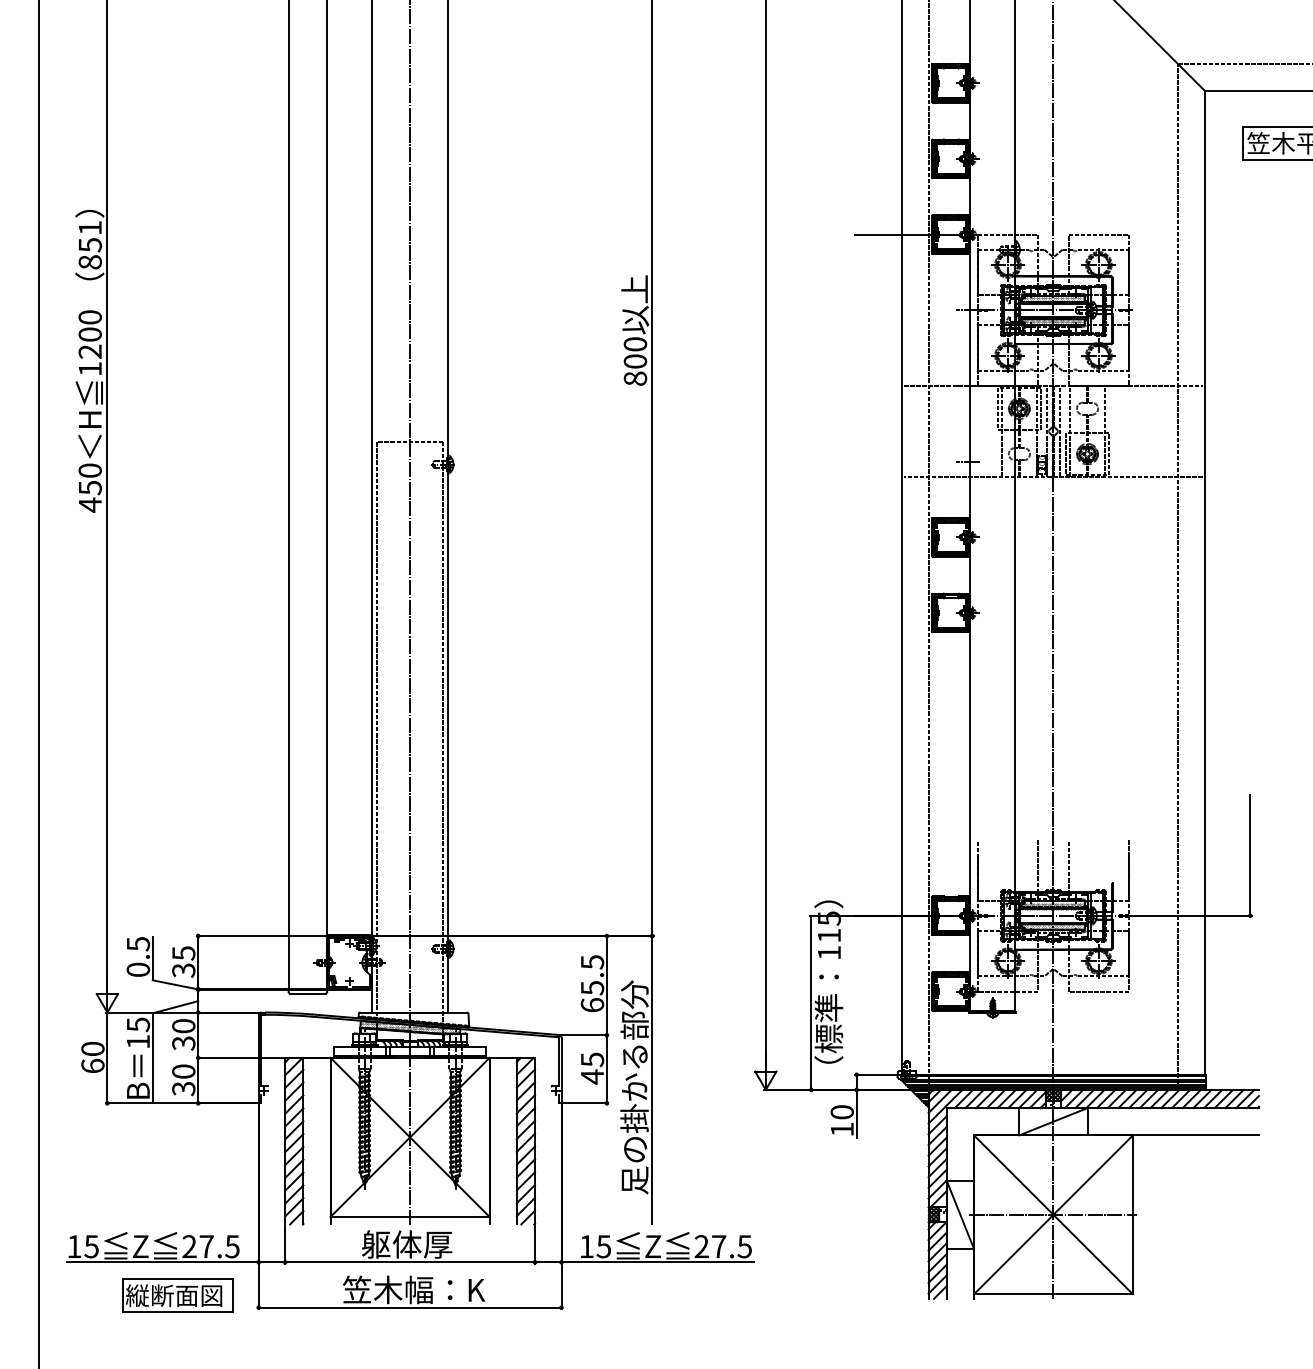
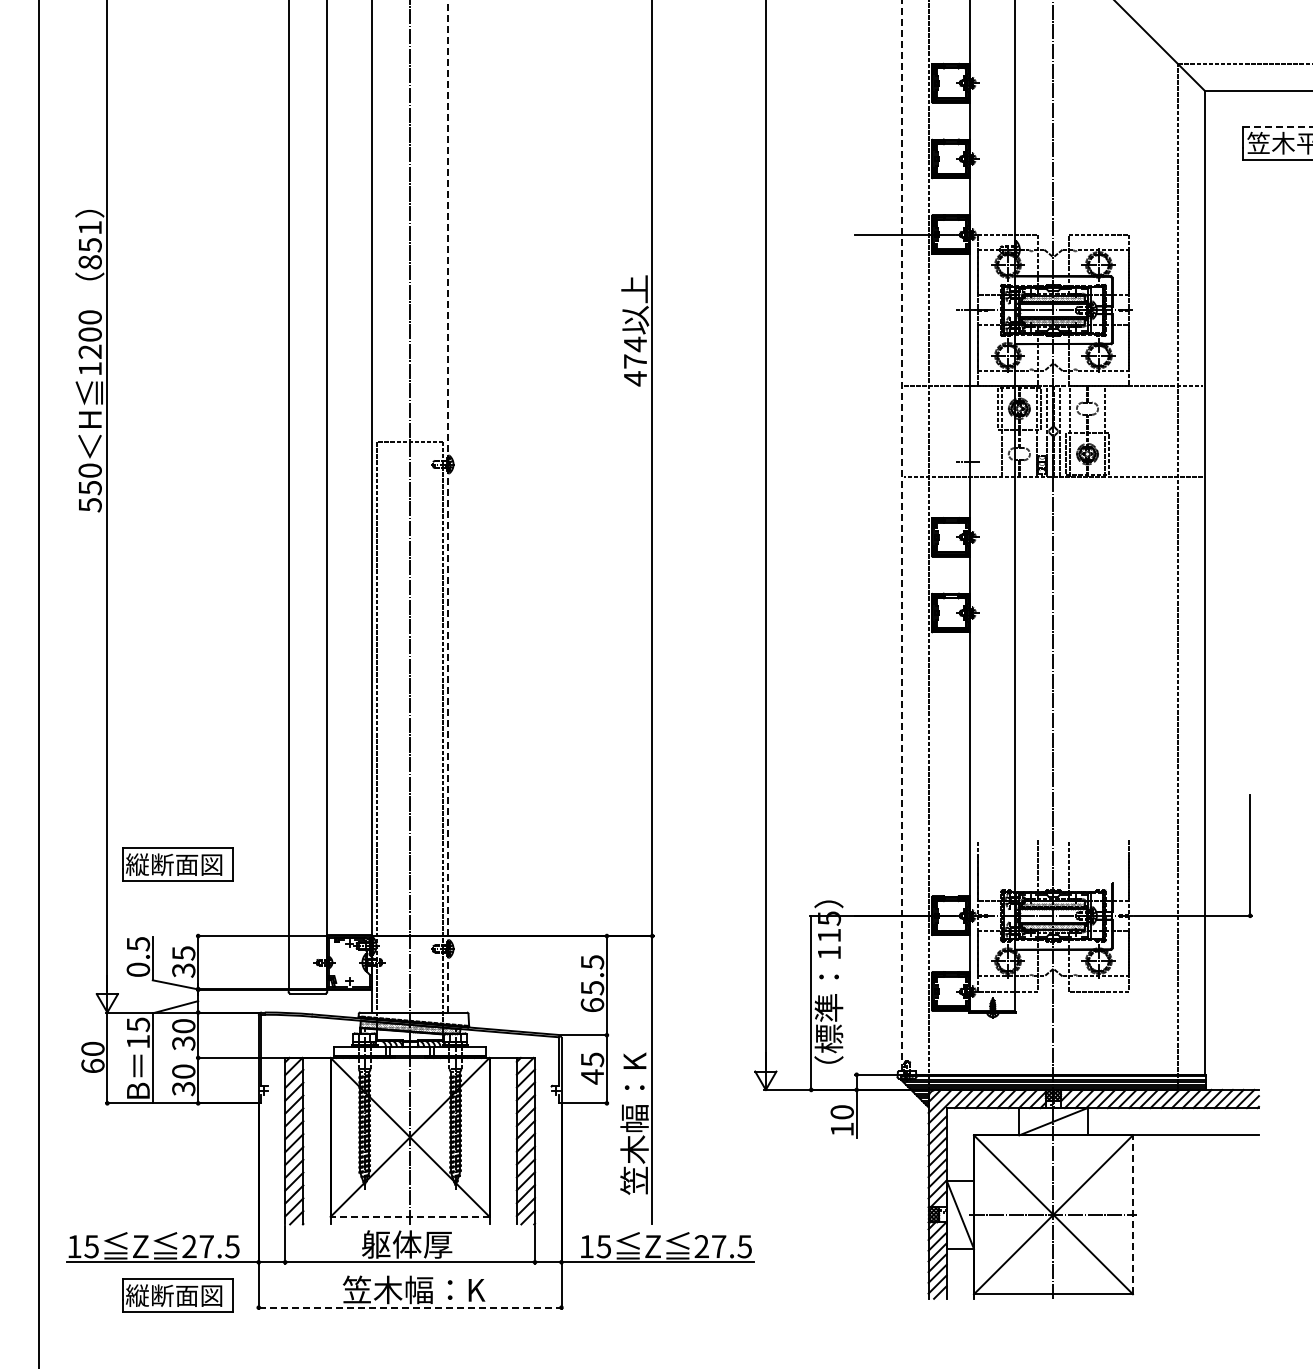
line at (1277, 126): solid -> dashed
text at (635, 361): 800 -> 474
text at (90, 504): 450 -> 550
line at (447, 506): solid -> dashed
line at (902, 537): solid -> dashed
part at (177, 864): none -> present
text at (634, 1087): 足の掛かる部分 -> 笠木幅：K
line at (1132, 1214): solid -> dashed
line at (409, 1216): solid -> dashed
line at (410, 1307): solid -> dashed
